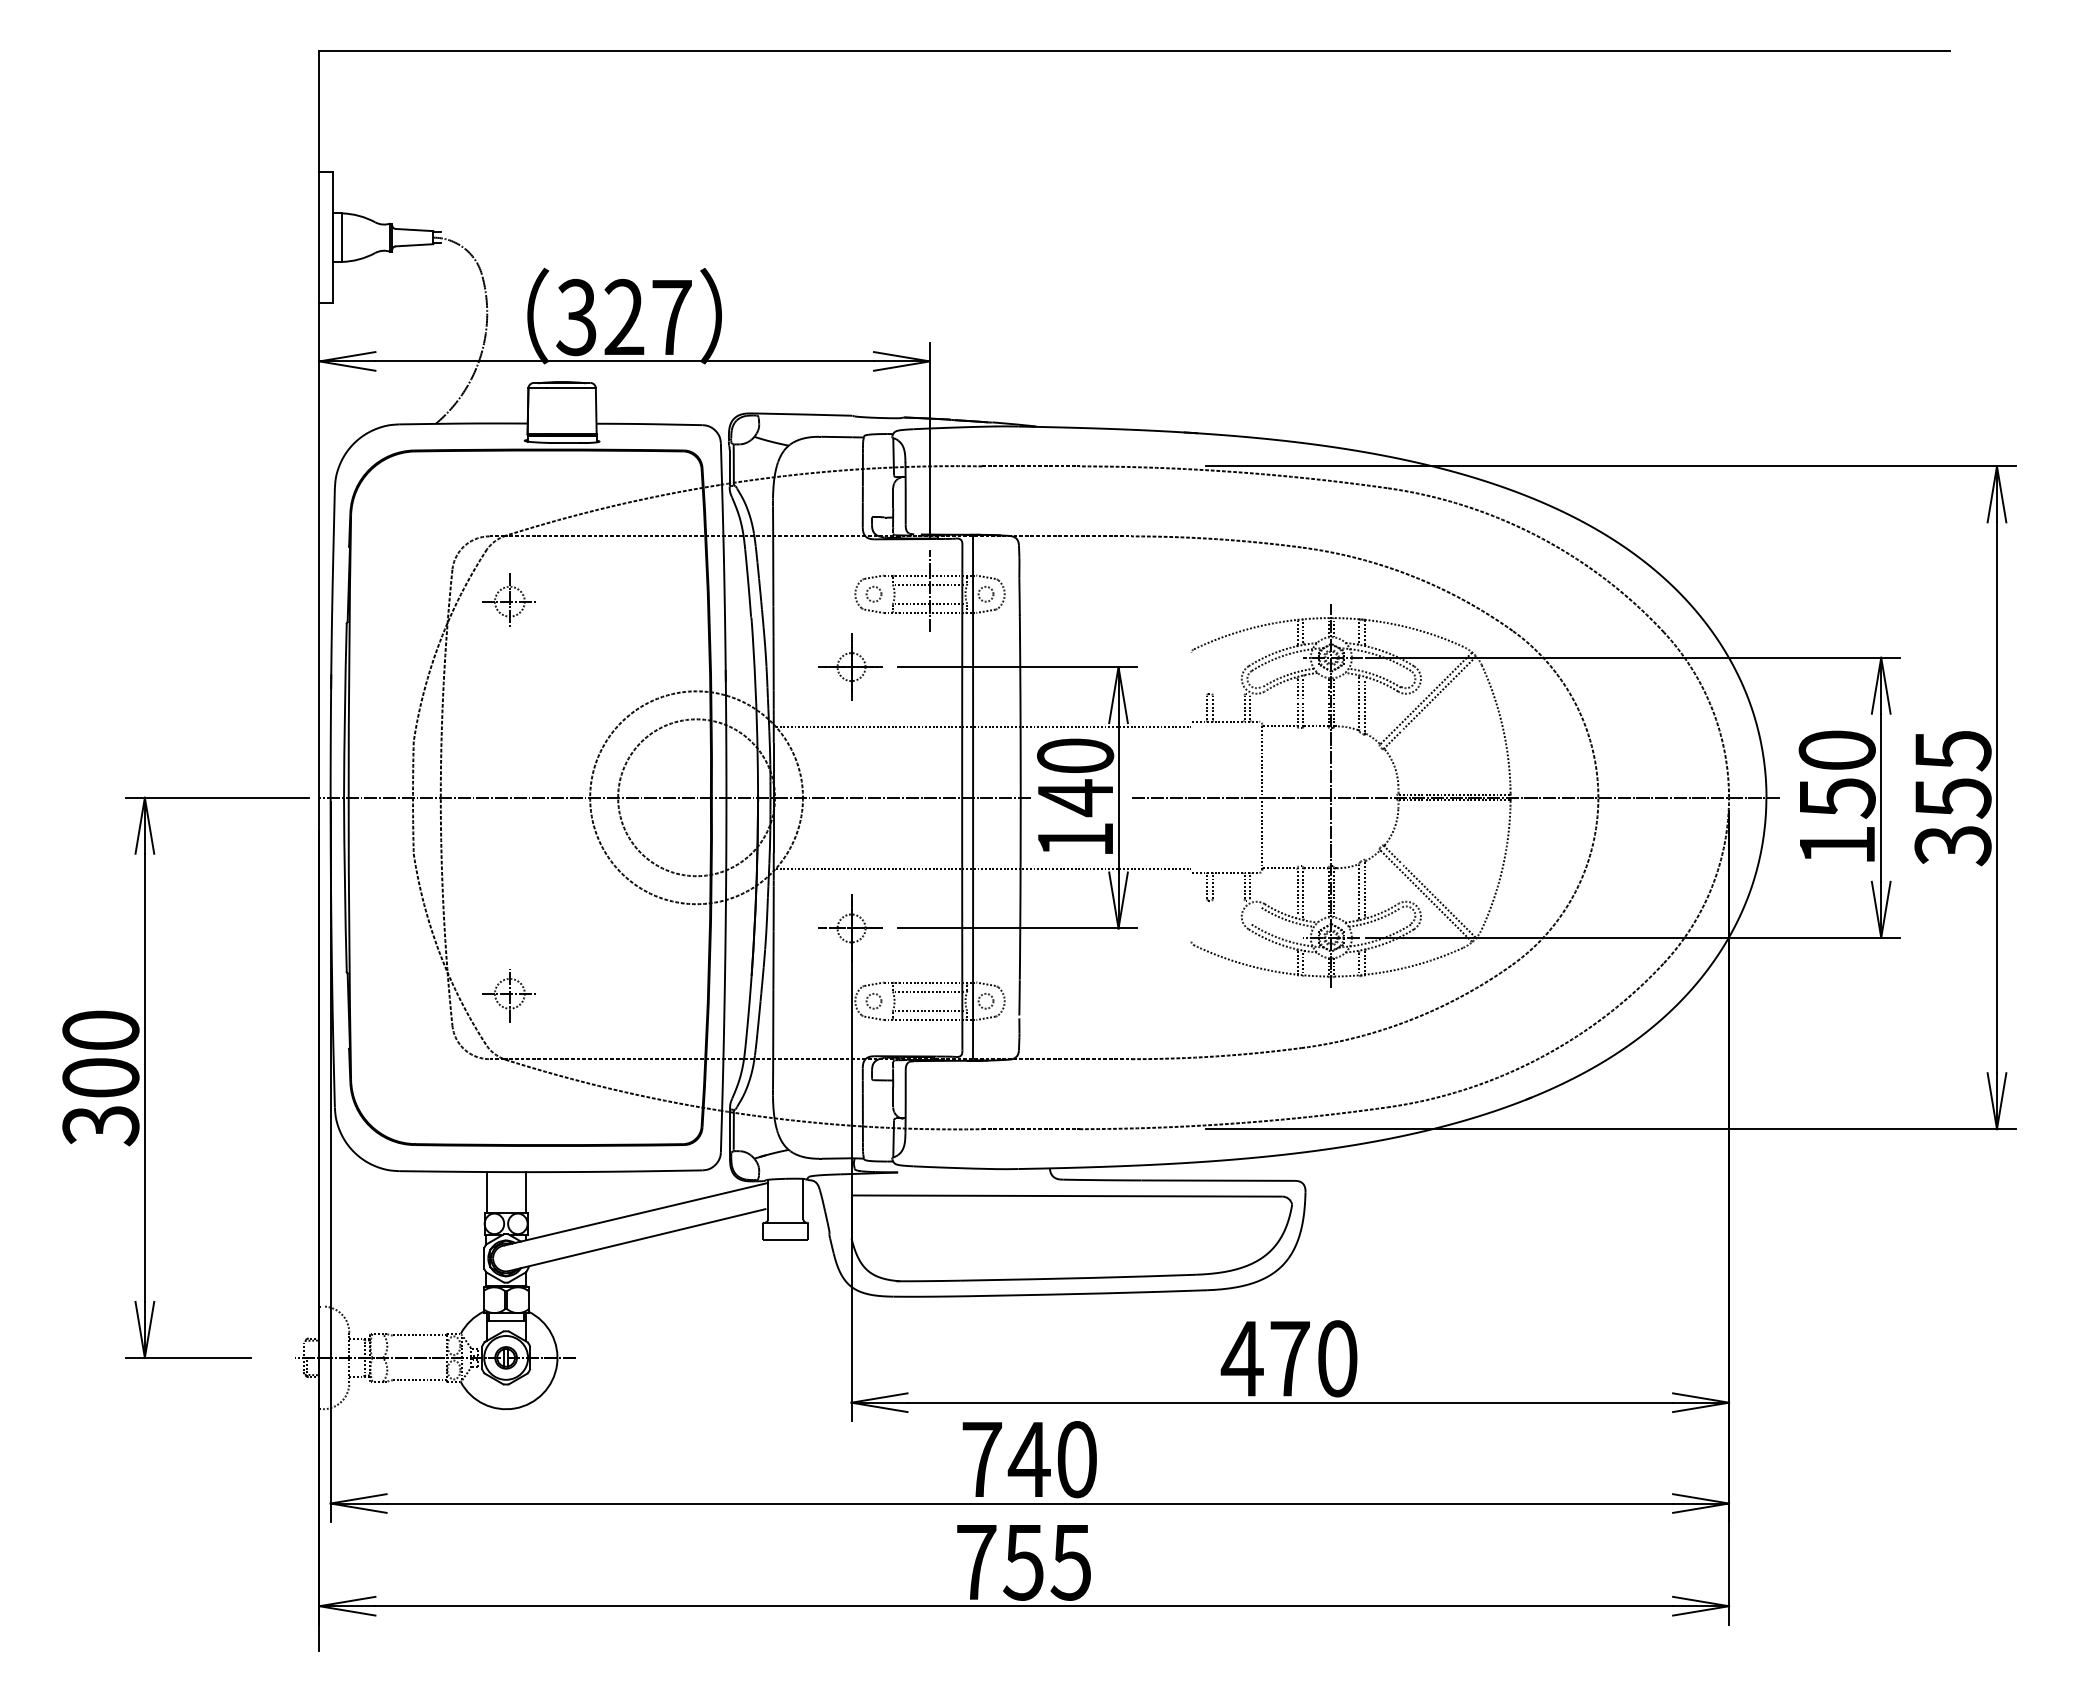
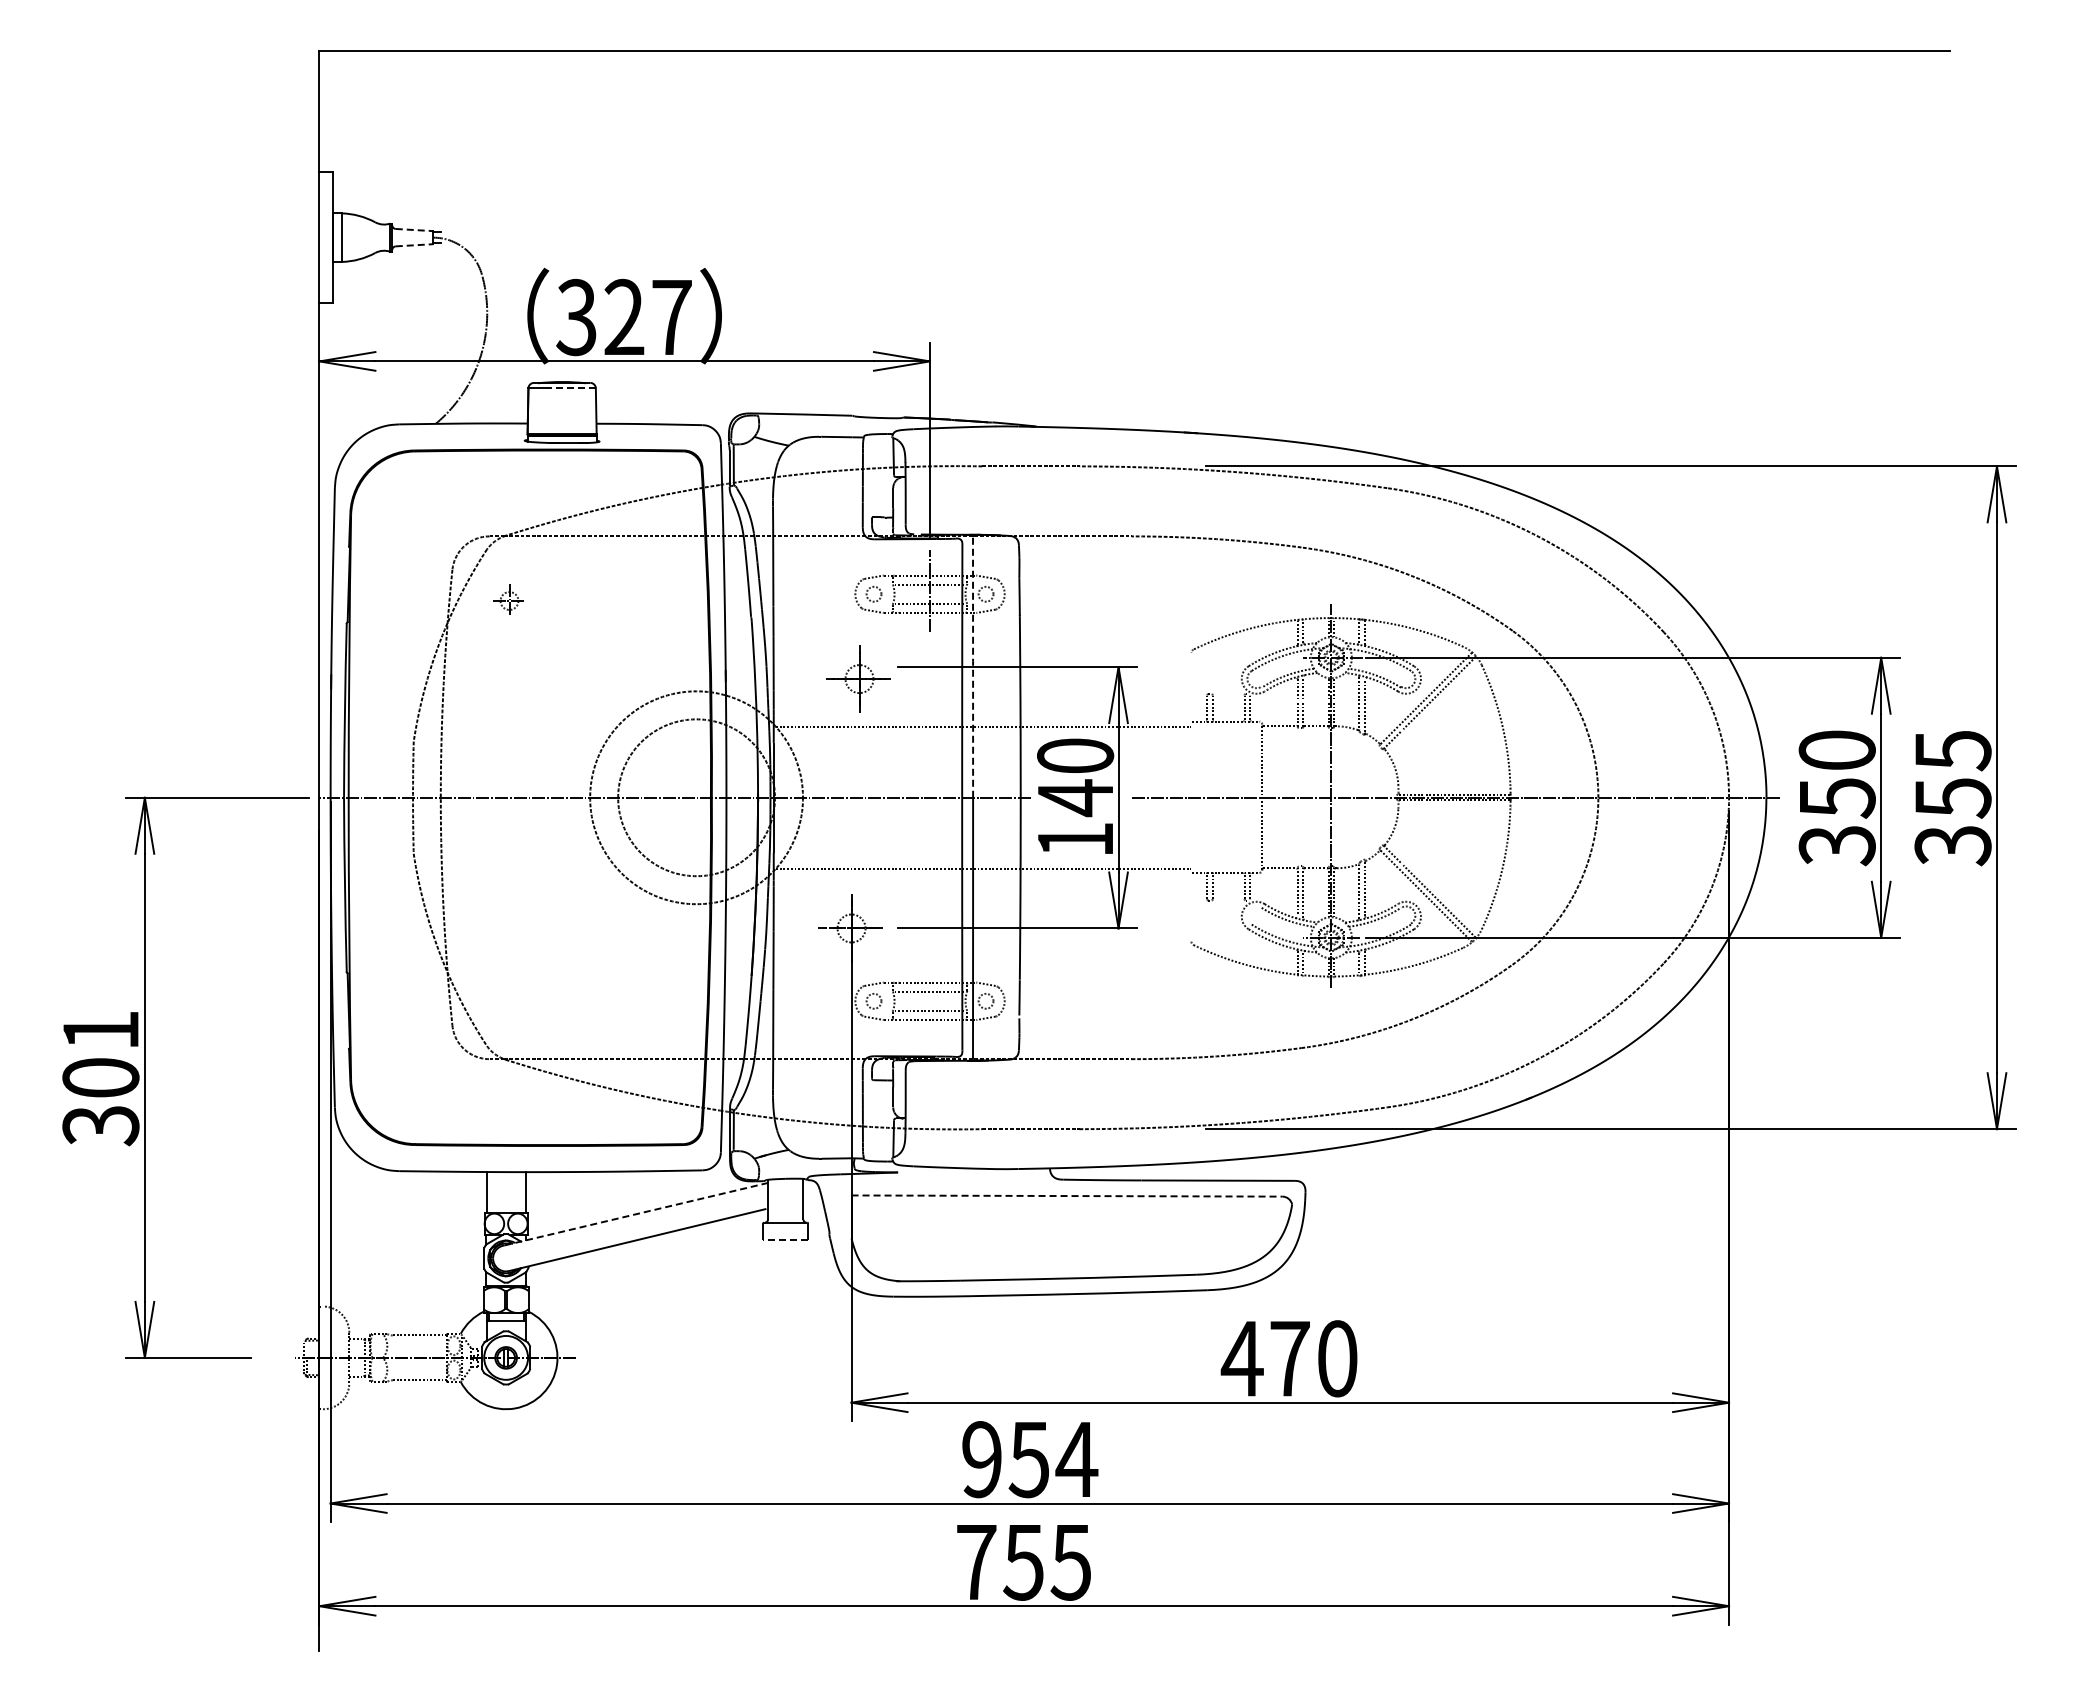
line at (414, 230): solid -> dashed
line at (414, 245): solid -> dashed
line at (571, 388): solid -> dashed
part at (508, 599) size: 54x54 px -> 31x31 px
part at (850, 666) position: (850, 666) -> (858, 678)
line at (973, 666): solid -> dashed
text at (1836, 846): 150 -> 350
part at (508, 995): present -> none
text at (100, 1029): 300 -> 301
line at (1067, 1196): solid -> dashed
line at (636, 1214): solid -> dashed
line at (785, 1240): solid -> dashed
text at (1030, 1459): 740 -> 954
